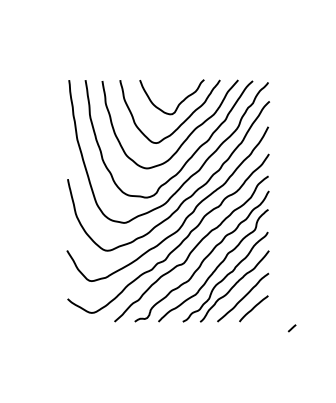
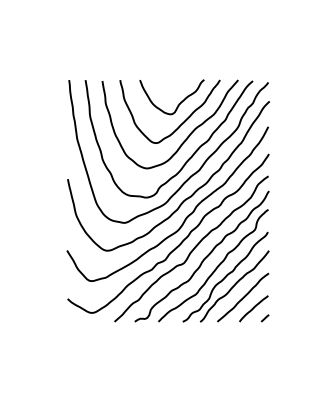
curve at (291, 328) position: (291, 328) -> (264, 318)
